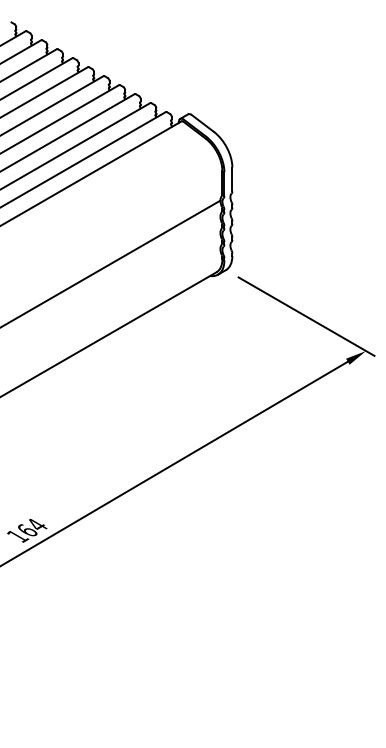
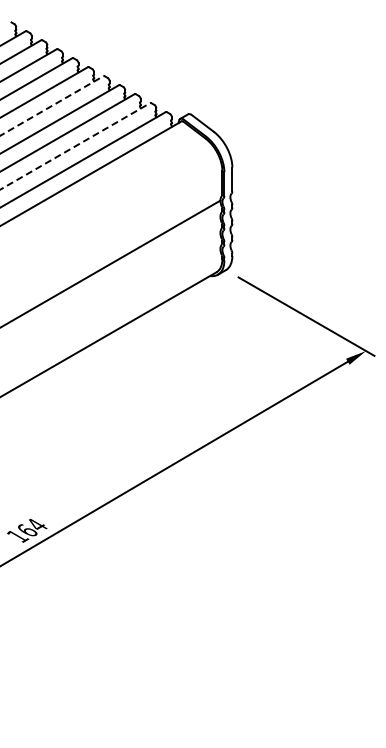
line at (52, 105): solid -> dashed
line at (75, 146): solid -> dashed
